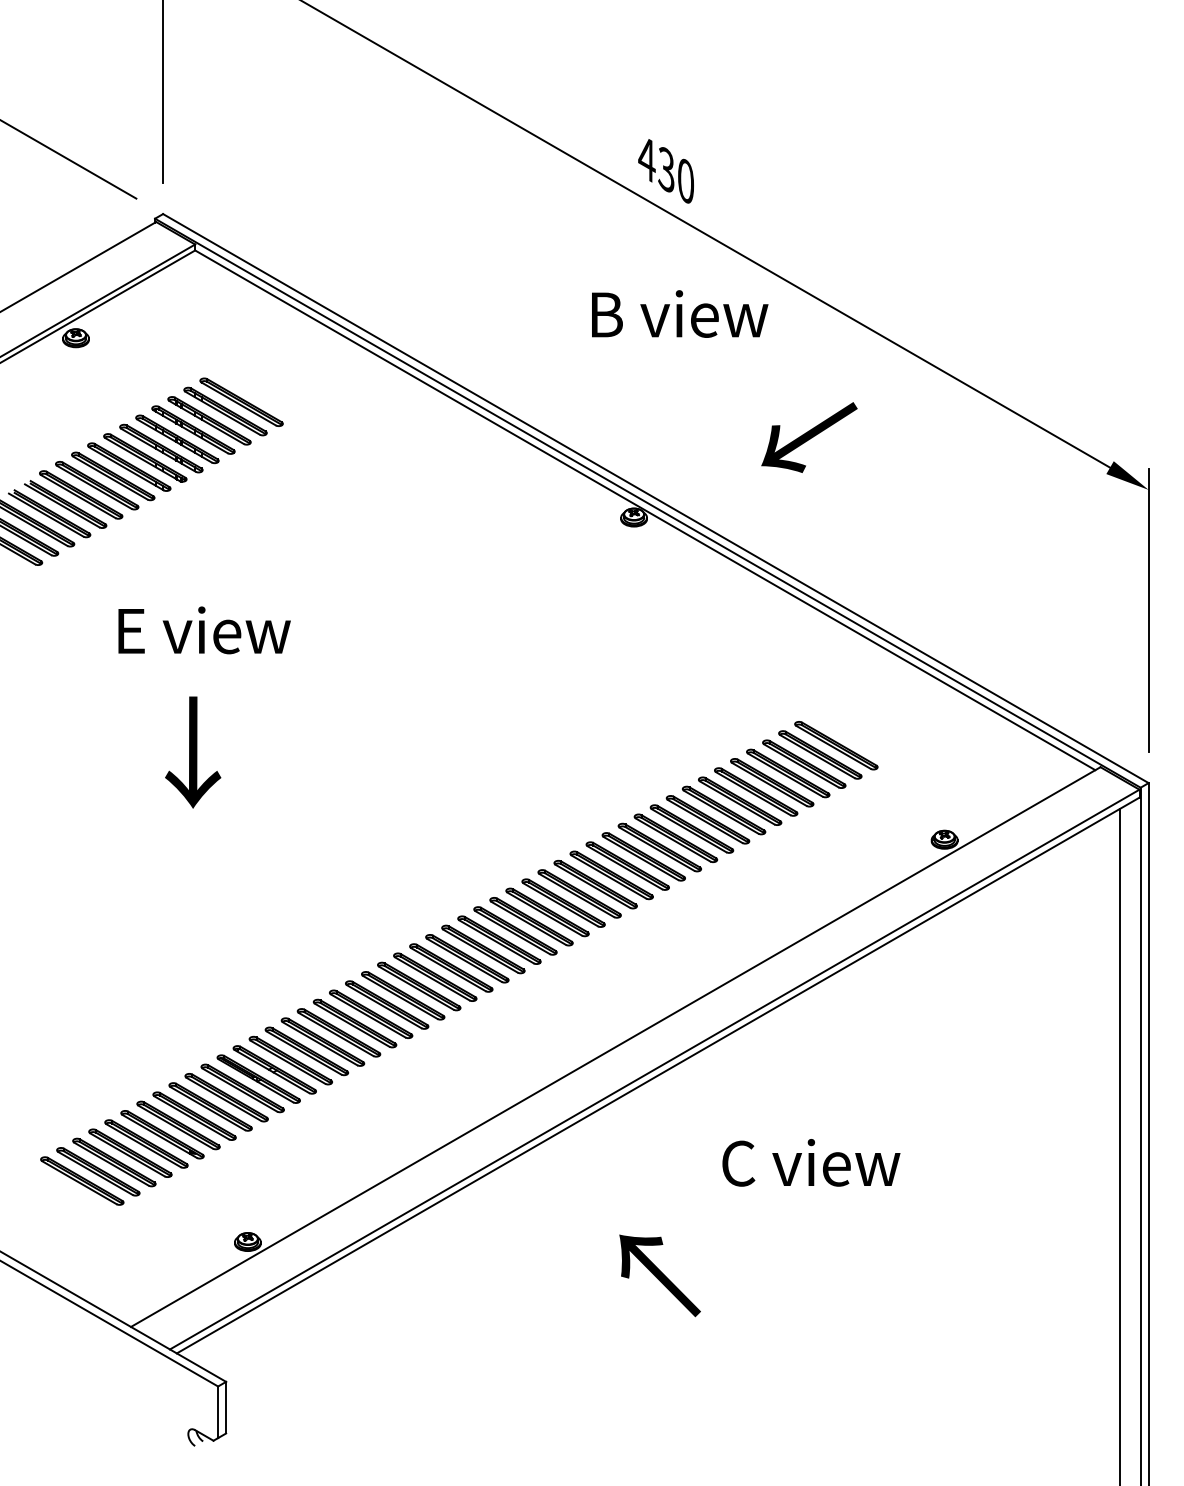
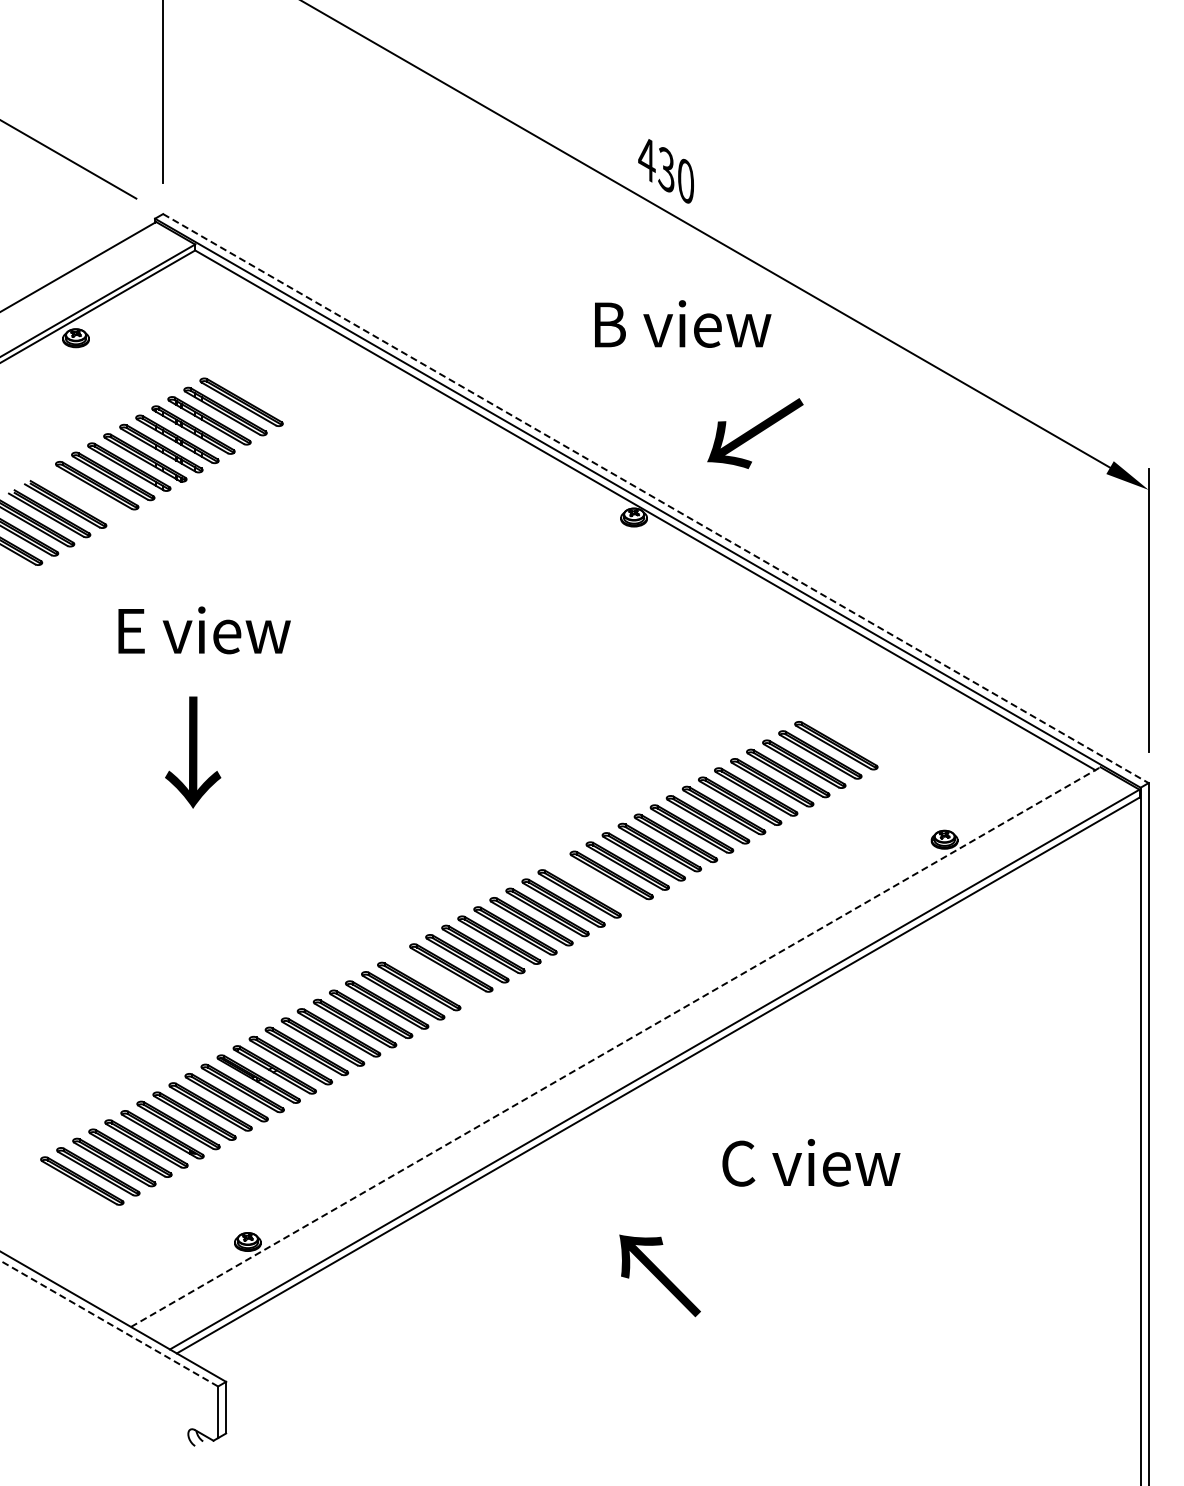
text at (680, 313) position: (680, 313) -> (683, 323)
text at (809, 437) position: (809, 437) -> (755, 433)
part at (81, 494): present -> none
line at (656, 498): solid -> dashed
part at (595, 884): present -> none
part at (435, 976): present -> none
line at (615, 1047): solid -> dashed
line at (1120, 1145): present -> none
line at (109, 1323): solid -> dashed
